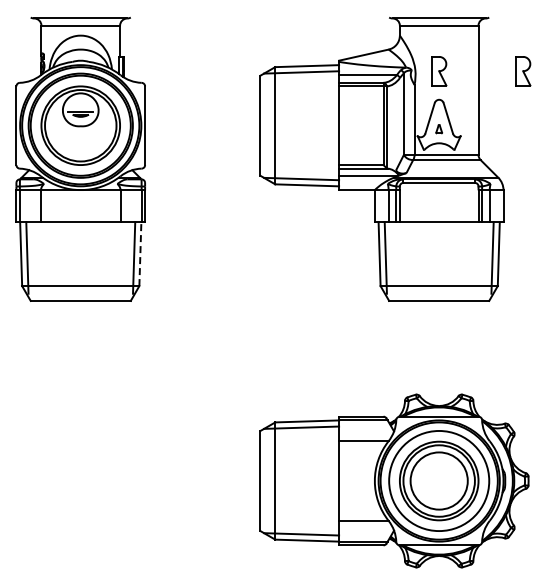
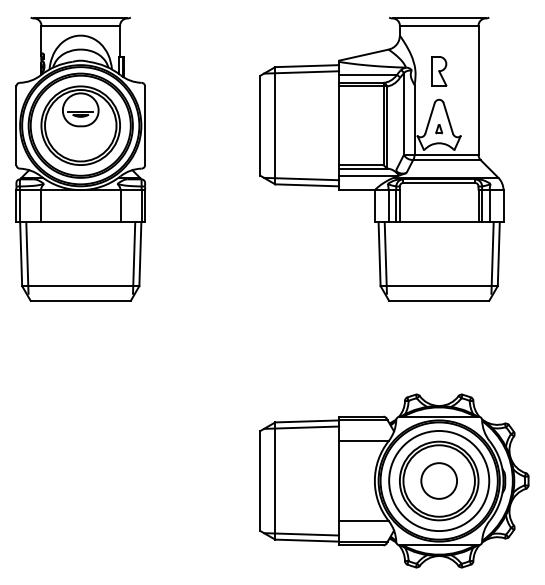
part at (523, 71): present -> none
line at (140, 254): dashed -> solid
circle at (438, 480) diameter: 57 px -> 36 px
